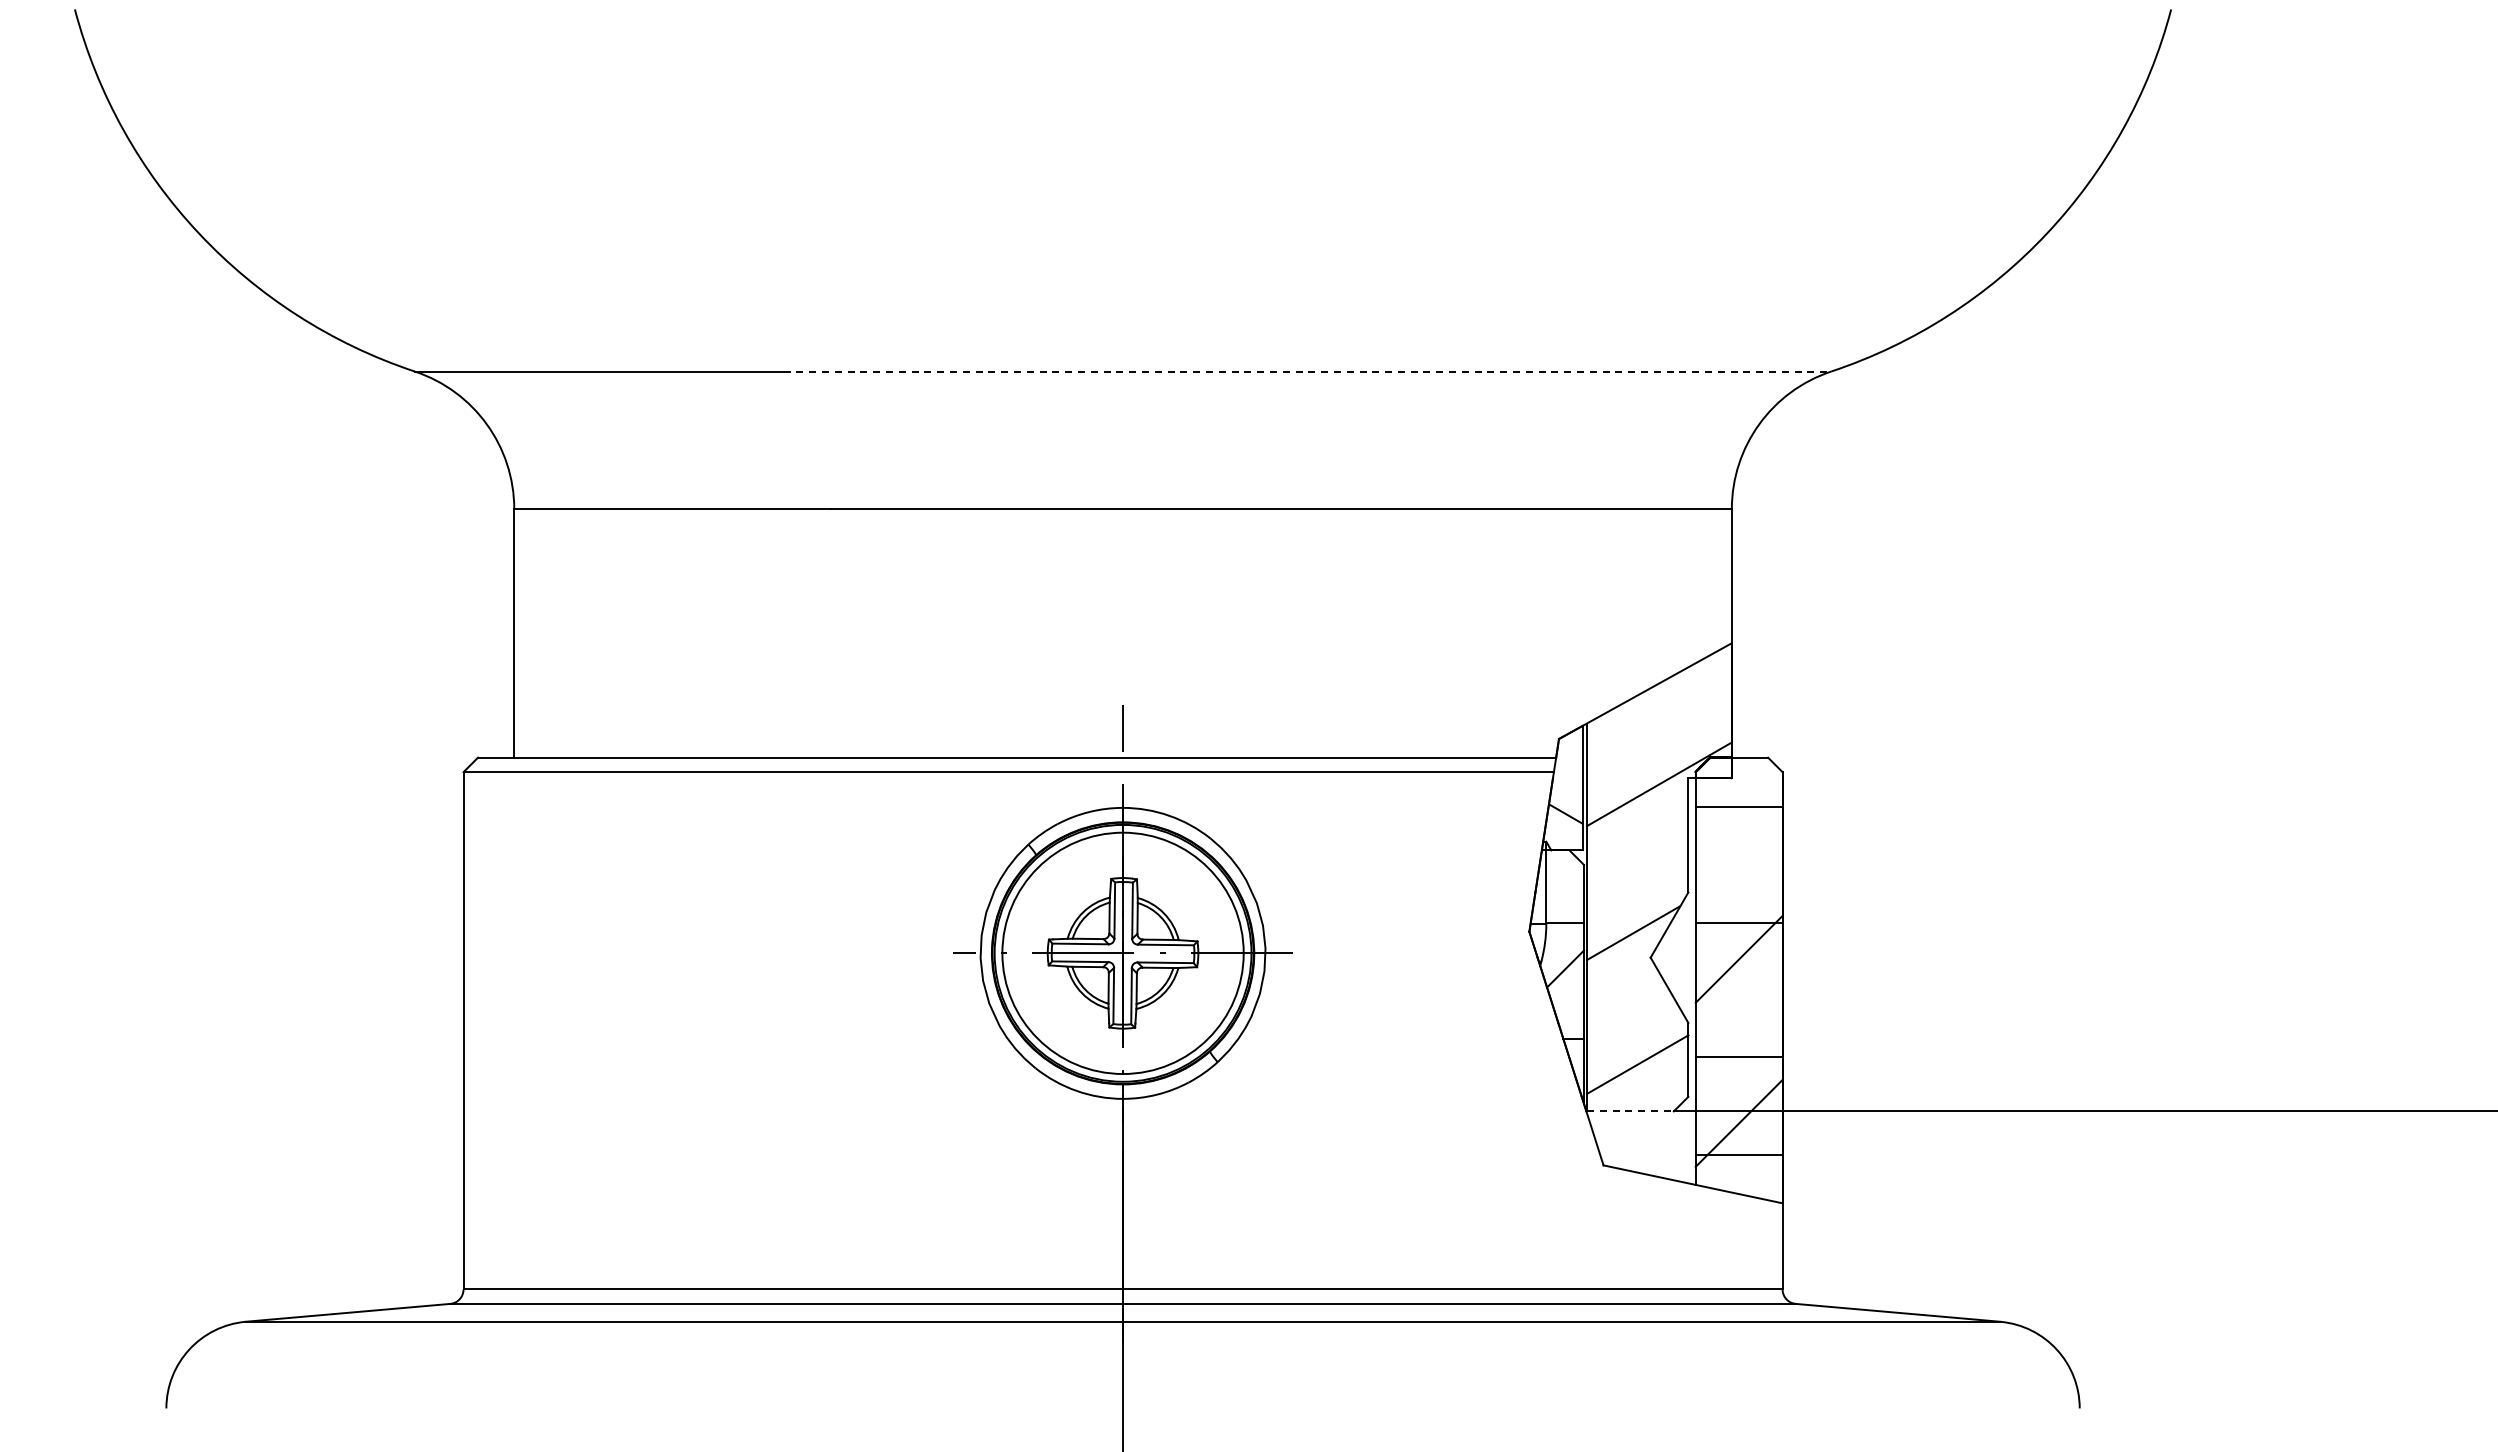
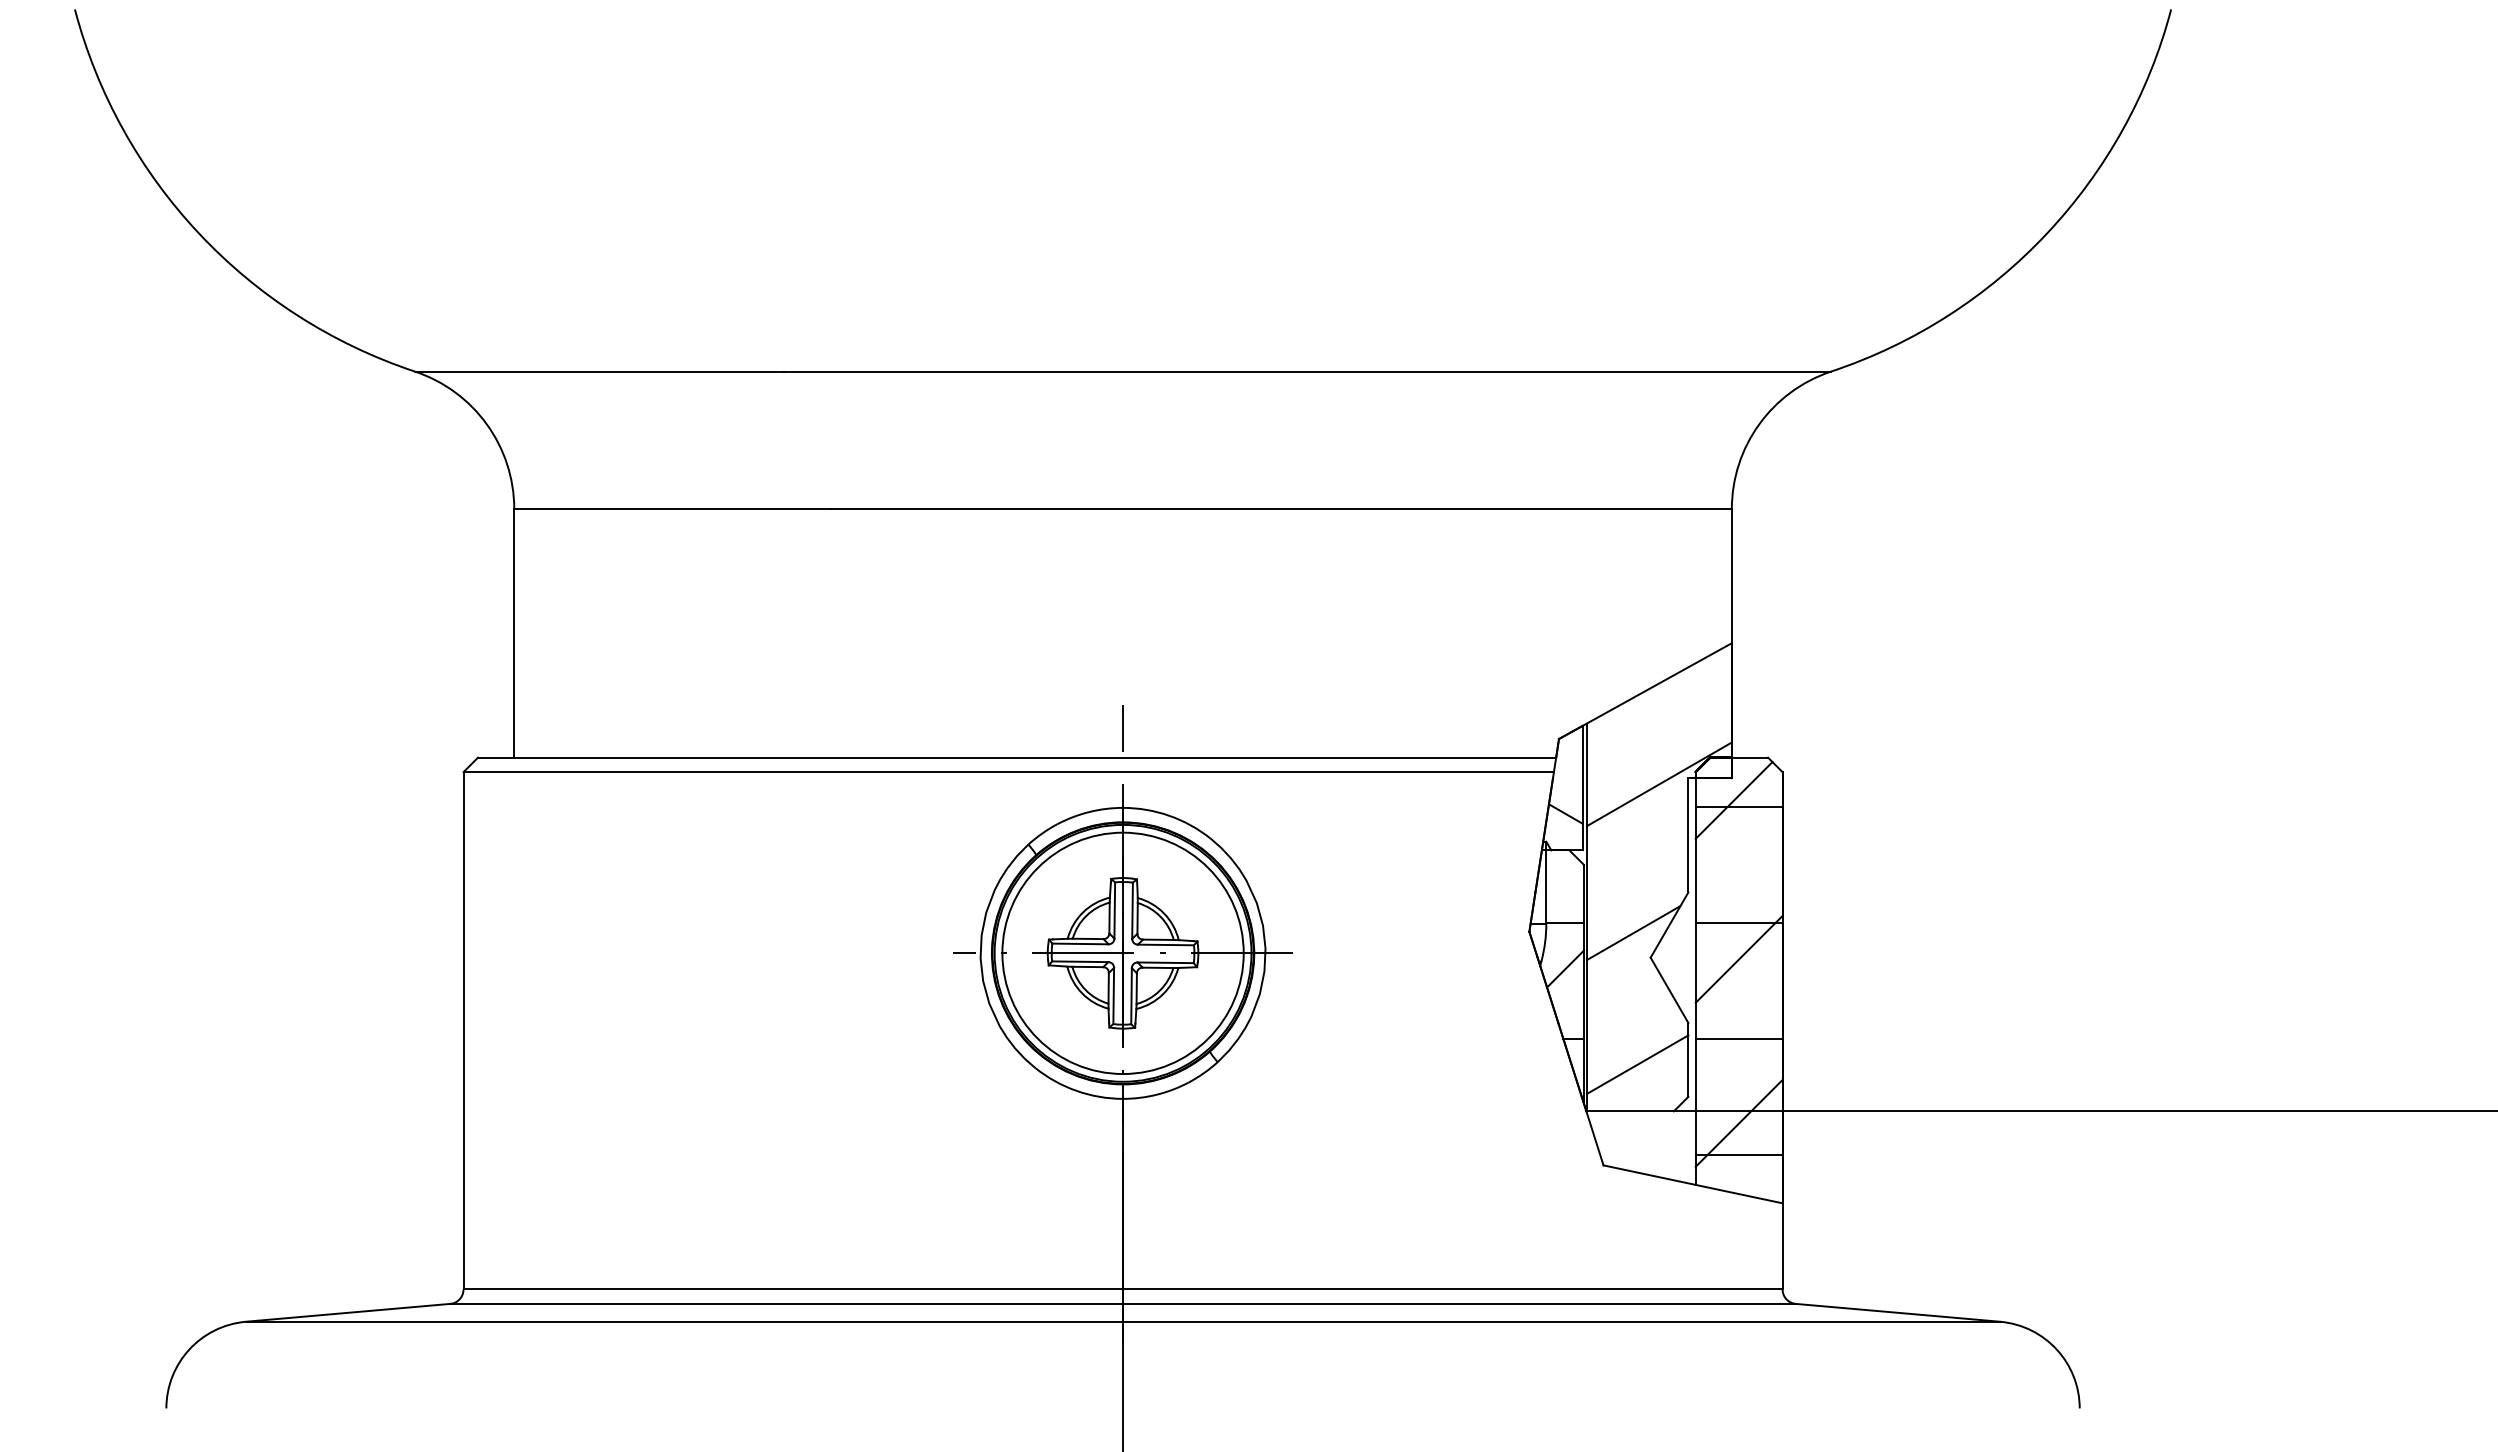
line at (1307, 371): dashed -> solid
line at (1733, 800): none -> present
line at (1738, 1056) position: (1738, 1056) -> (1738, 1038)
line at (1630, 1111): dashed -> solid
